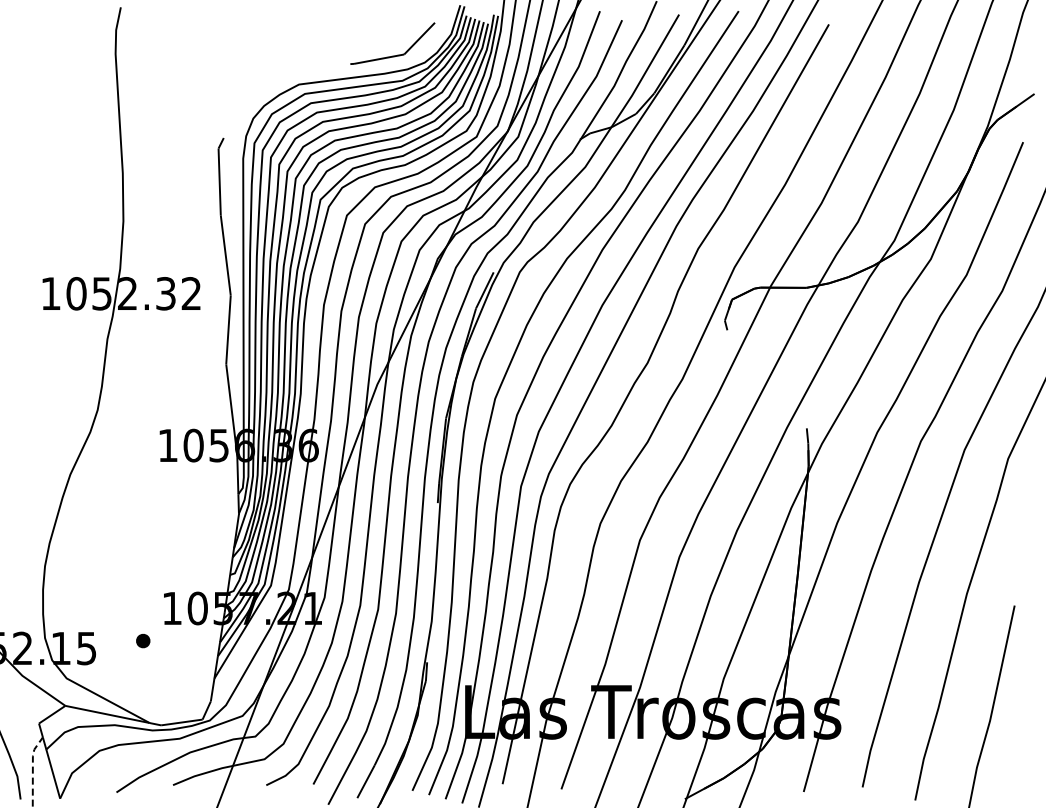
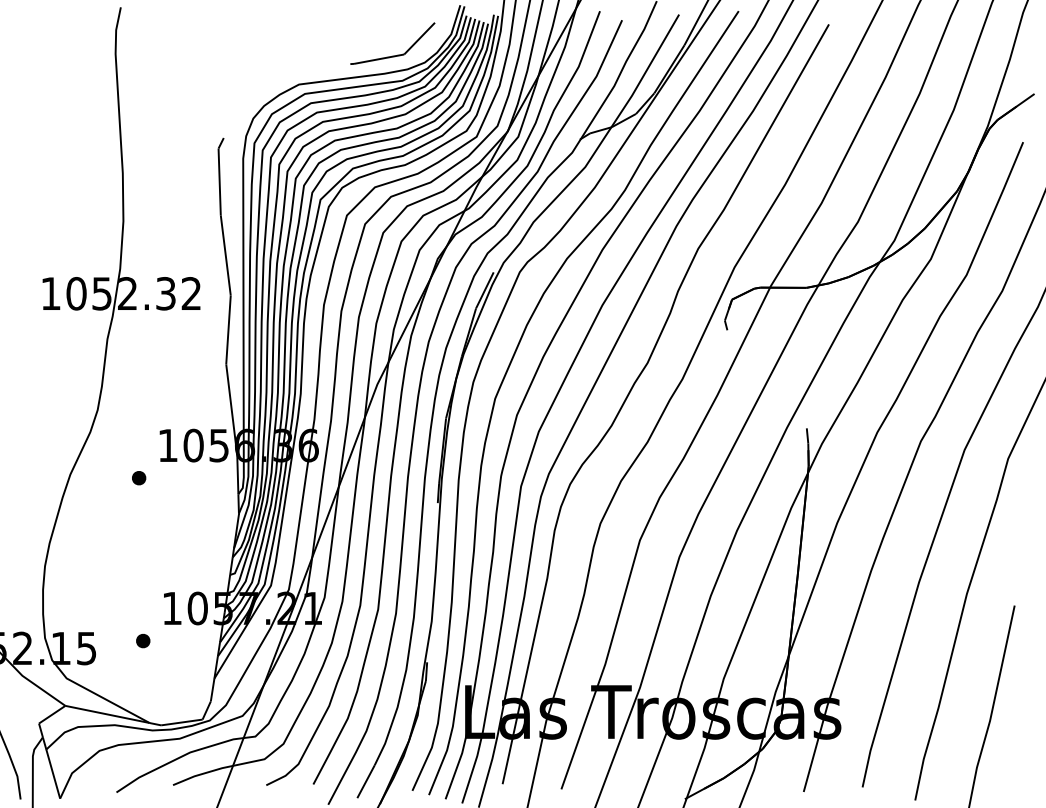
part at (139, 478): none -> present
line at (32, 770): dashed -> solid
